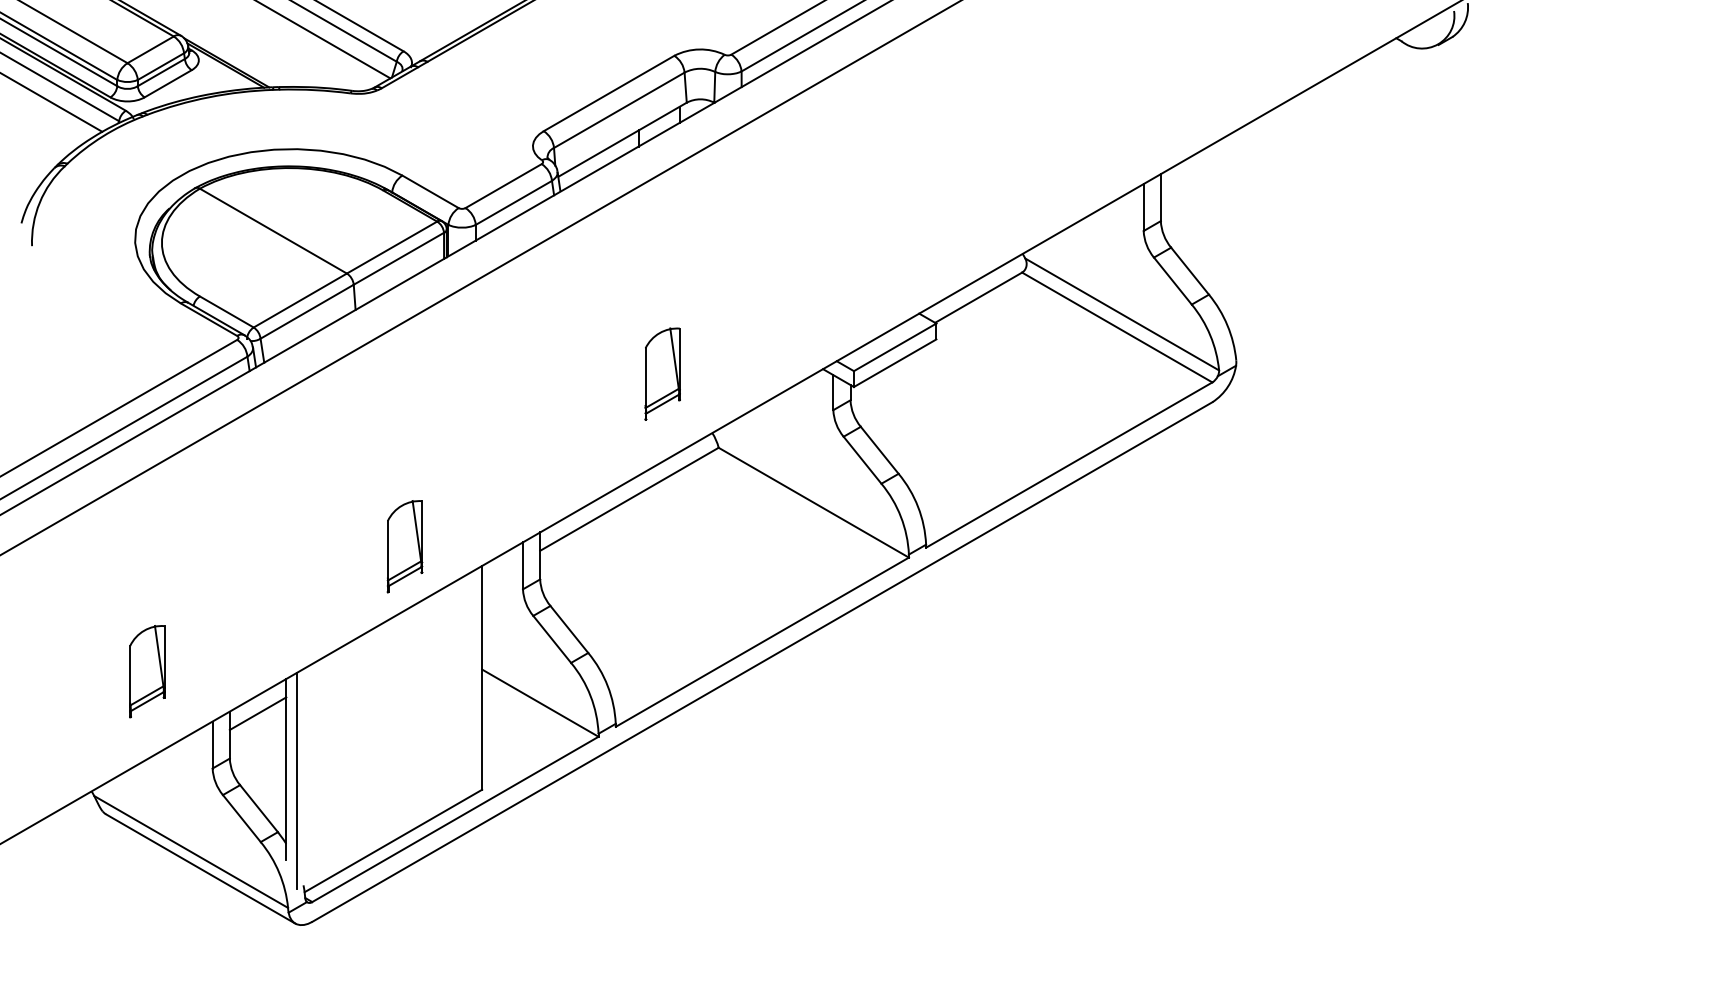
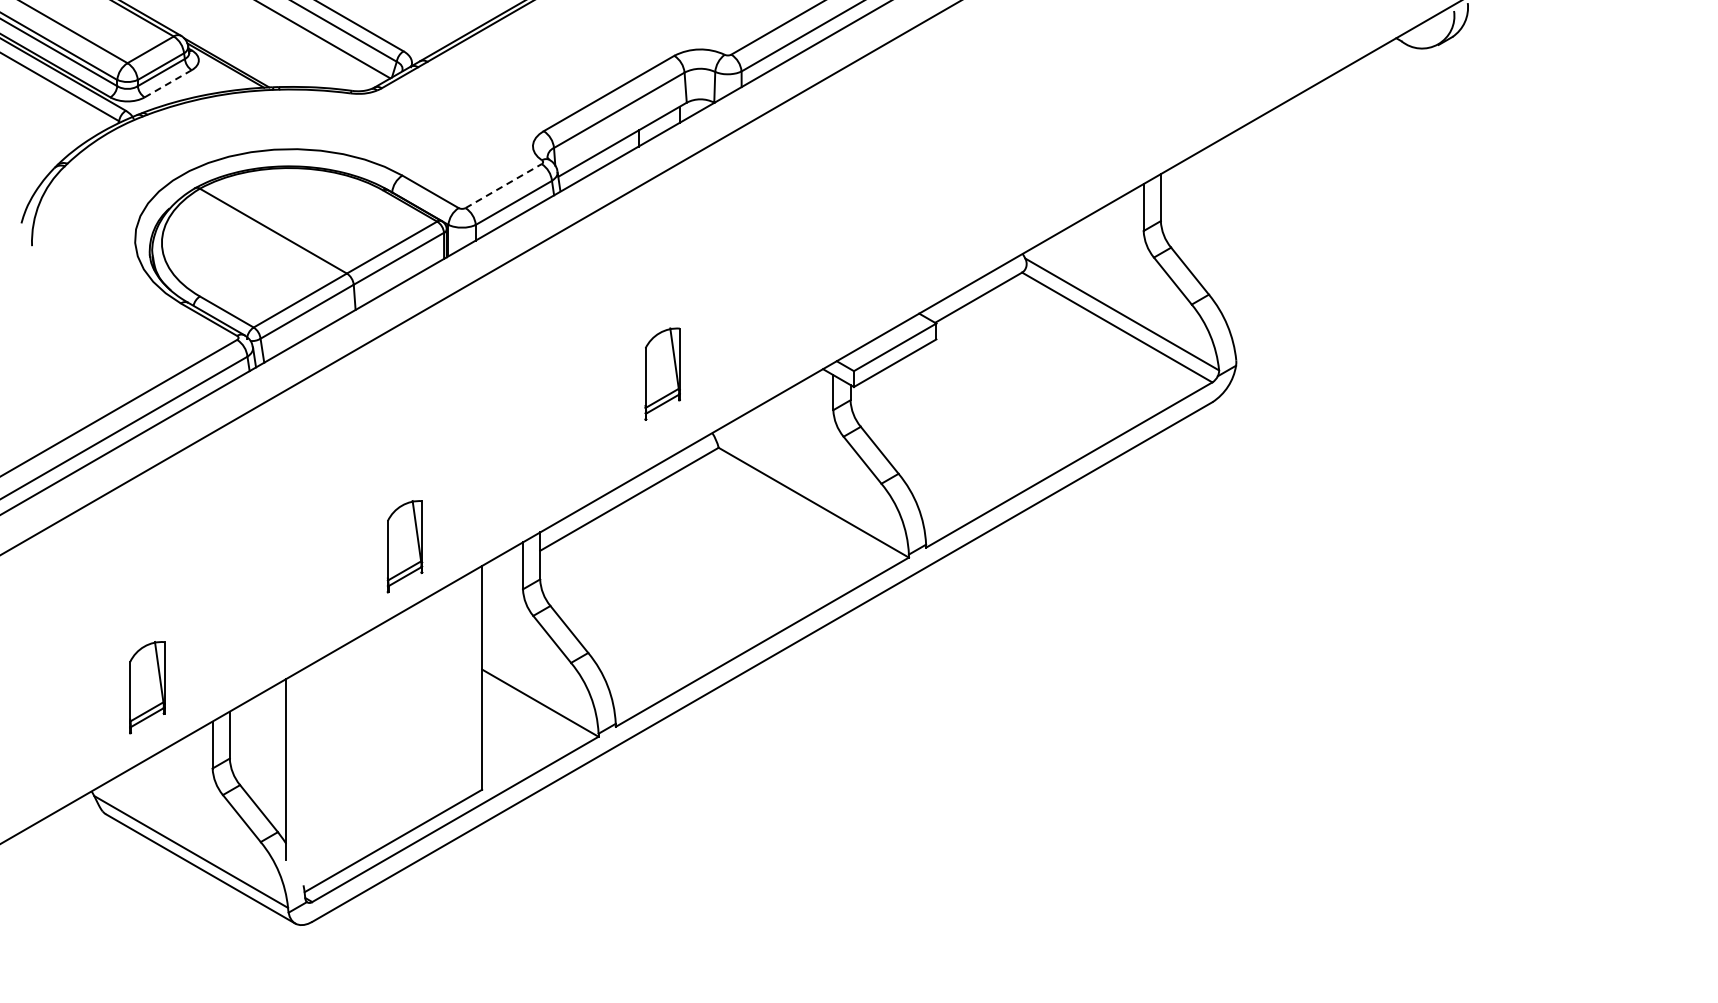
line at (167, 84): solid -> dashed
line at (52, 102): present -> none
line at (503, 186): solid -> dashed
part at (147, 671) position: (147, 671) -> (147, 687)
line at (257, 713): present -> none
line at (296, 781): present -> none
